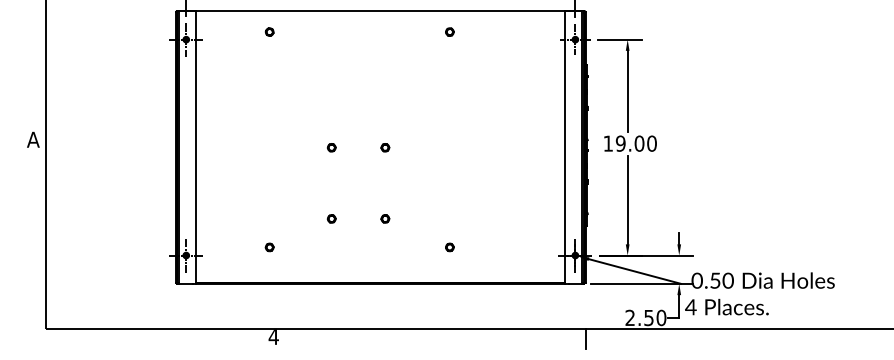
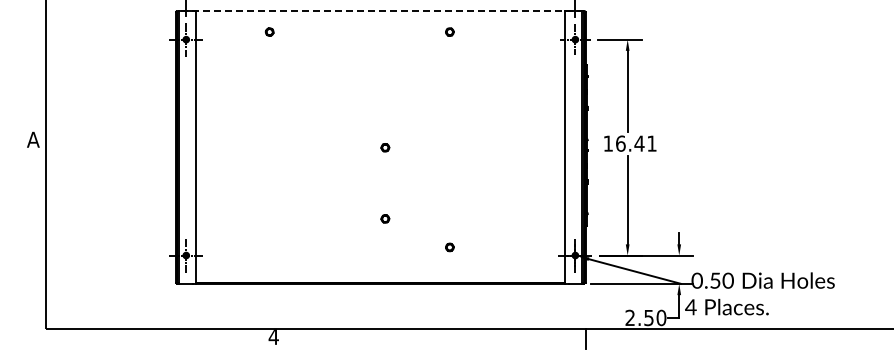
line at (380, 10): solid -> dashed
text at (635, 143): 19.00 -> 16.41
part at (331, 147): present -> none
part at (331, 218): present -> none
part at (269, 247): present -> none
